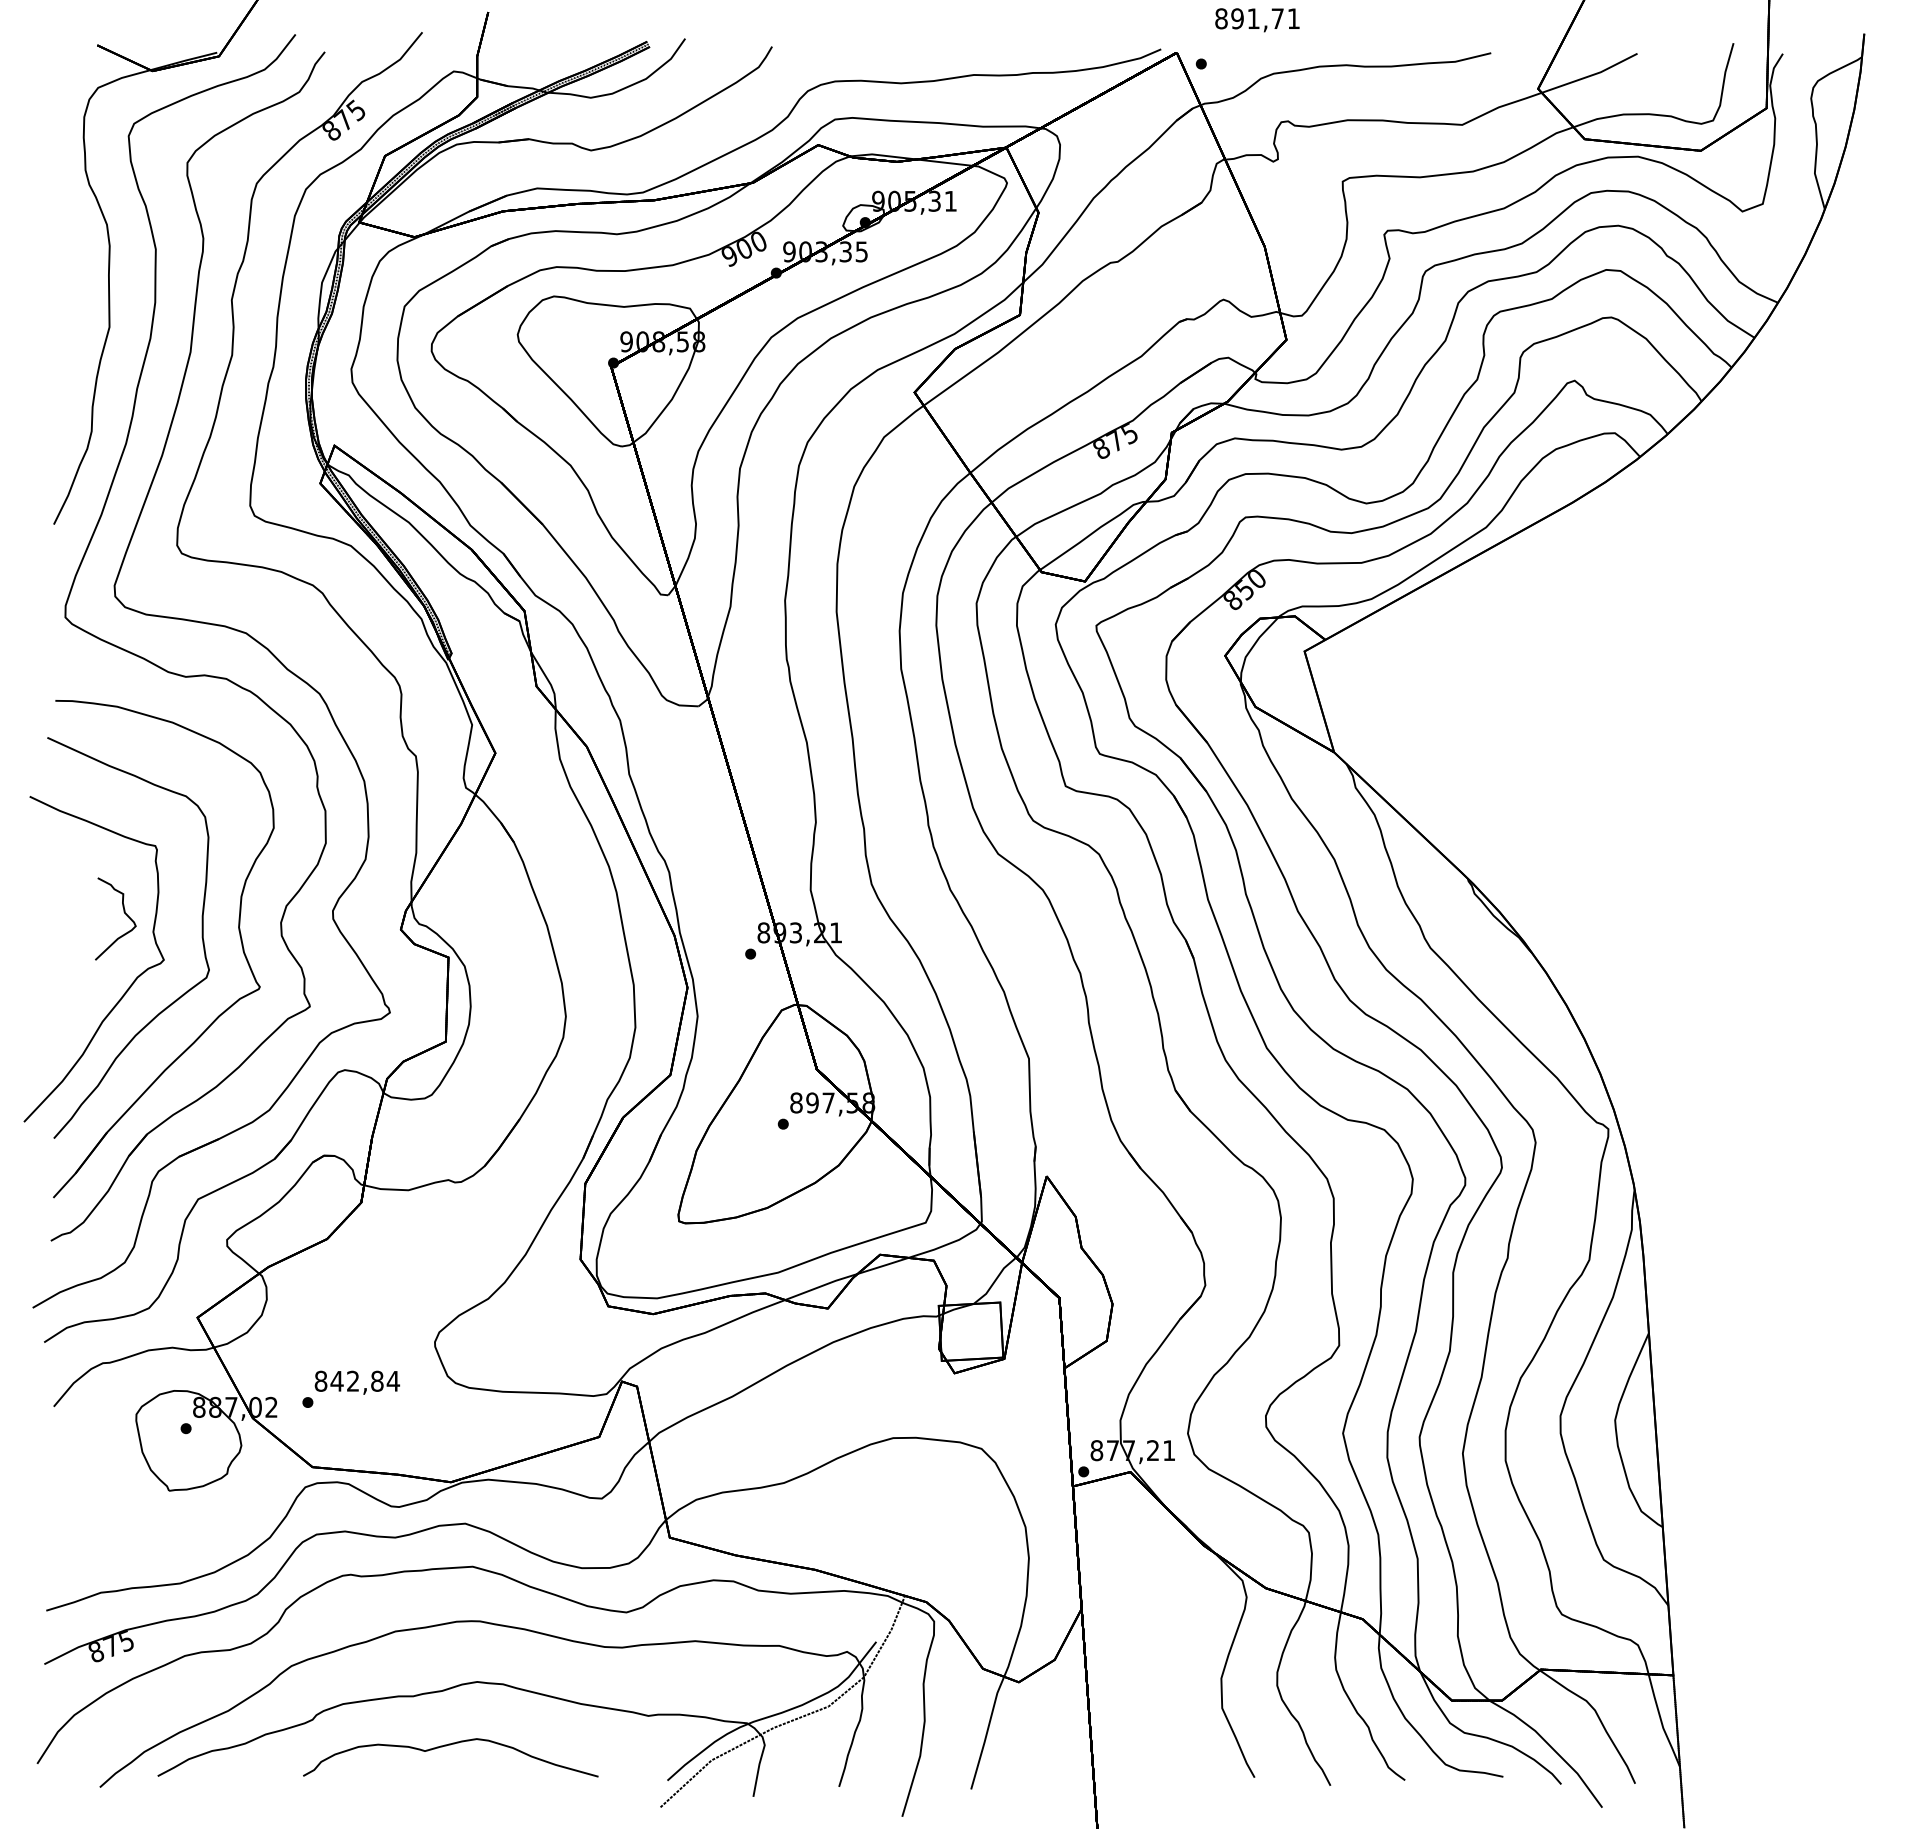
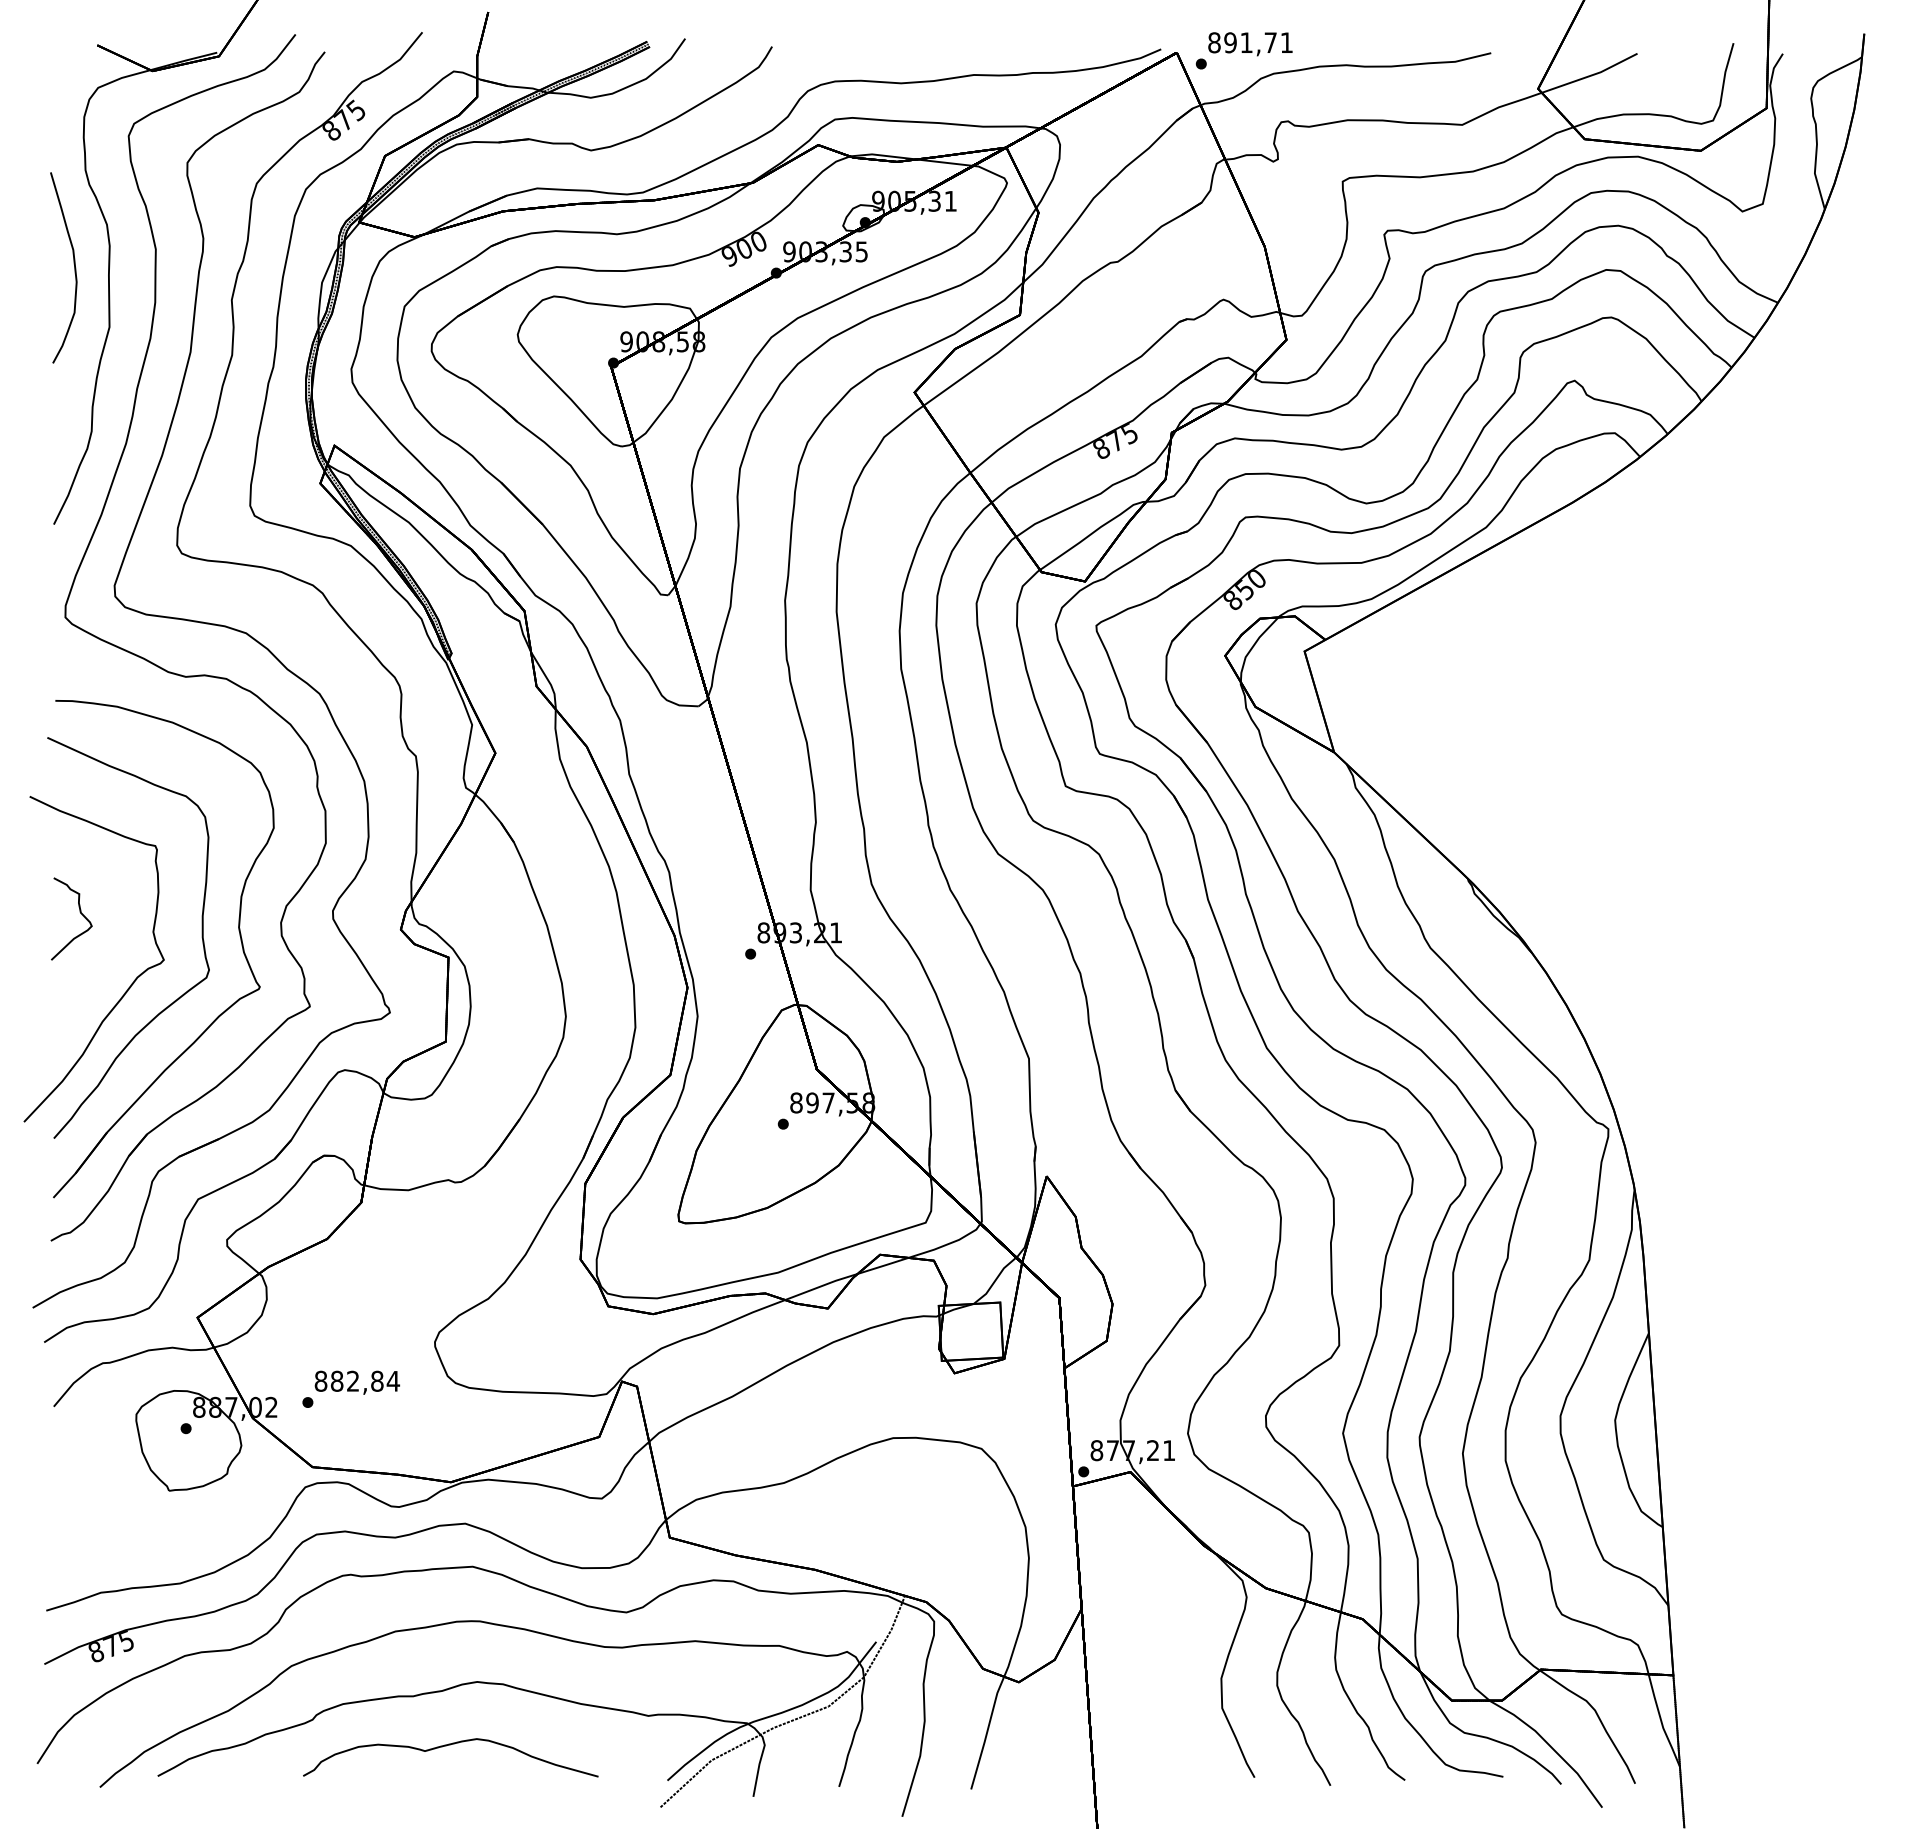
text at (1257, 20) position: (1257, 20) -> (1250, 44)
curve at (73, 264): none -> present
part at (123, 912) position: (123, 912) -> (79, 912)
text at (336, 1380): 842,84 -> 882,84
